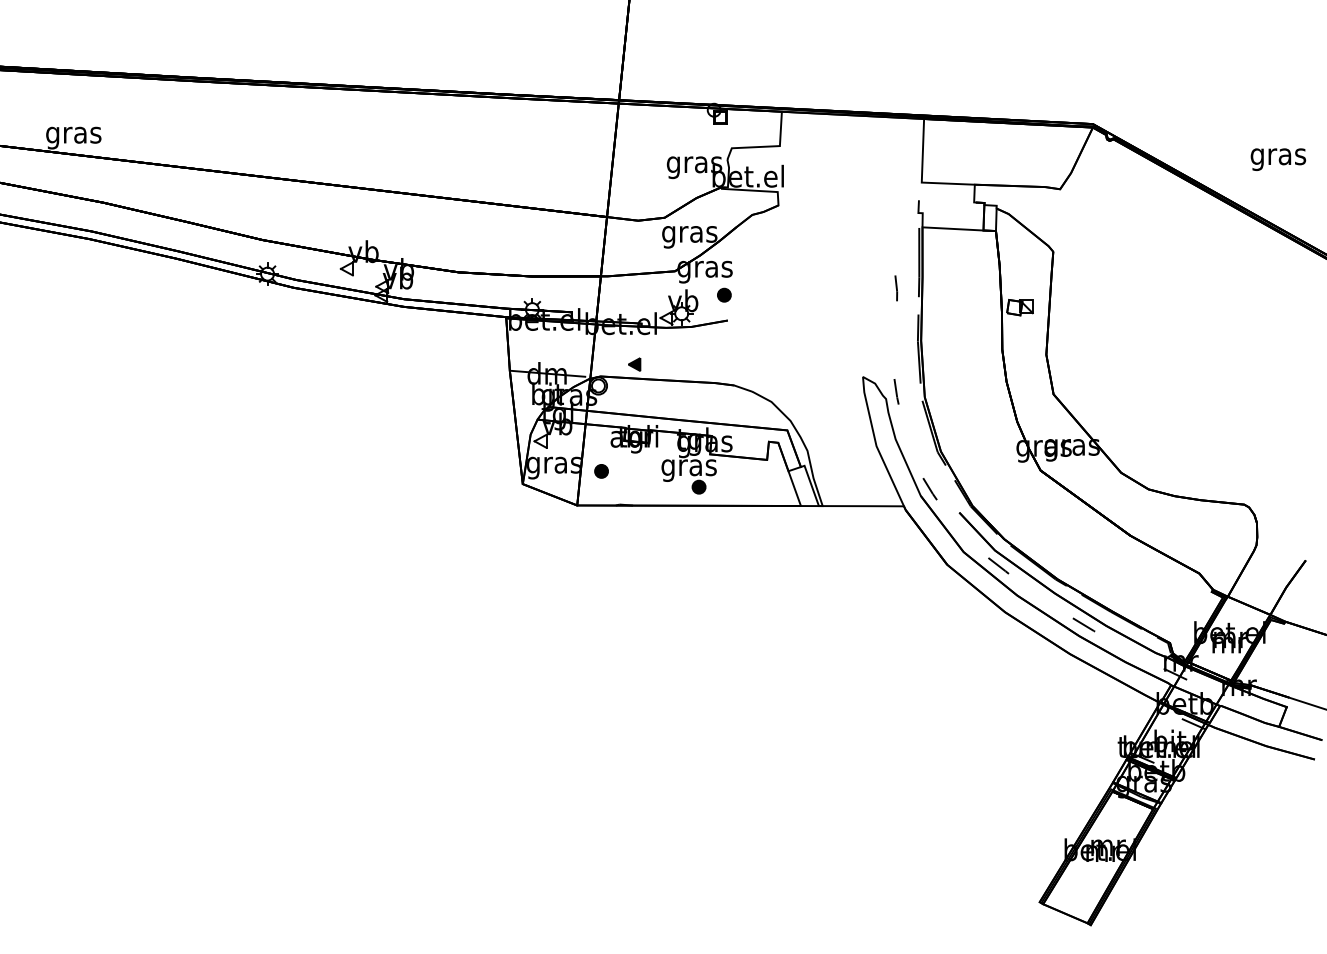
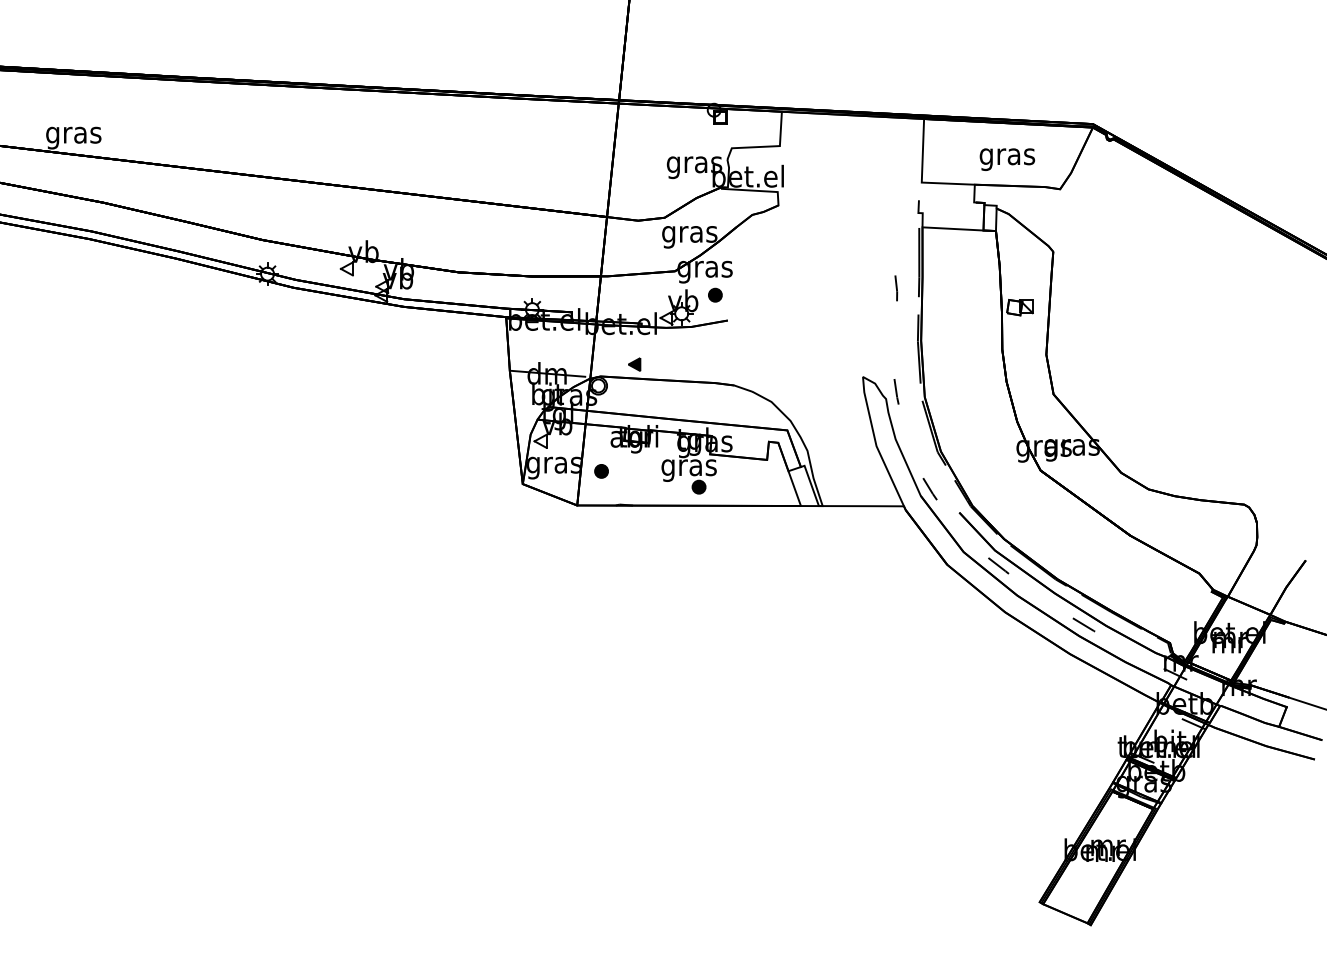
text at (1278, 159) position: (1278, 159) -> (1007, 159)
part at (724, 294) position: (724, 294) -> (715, 294)
